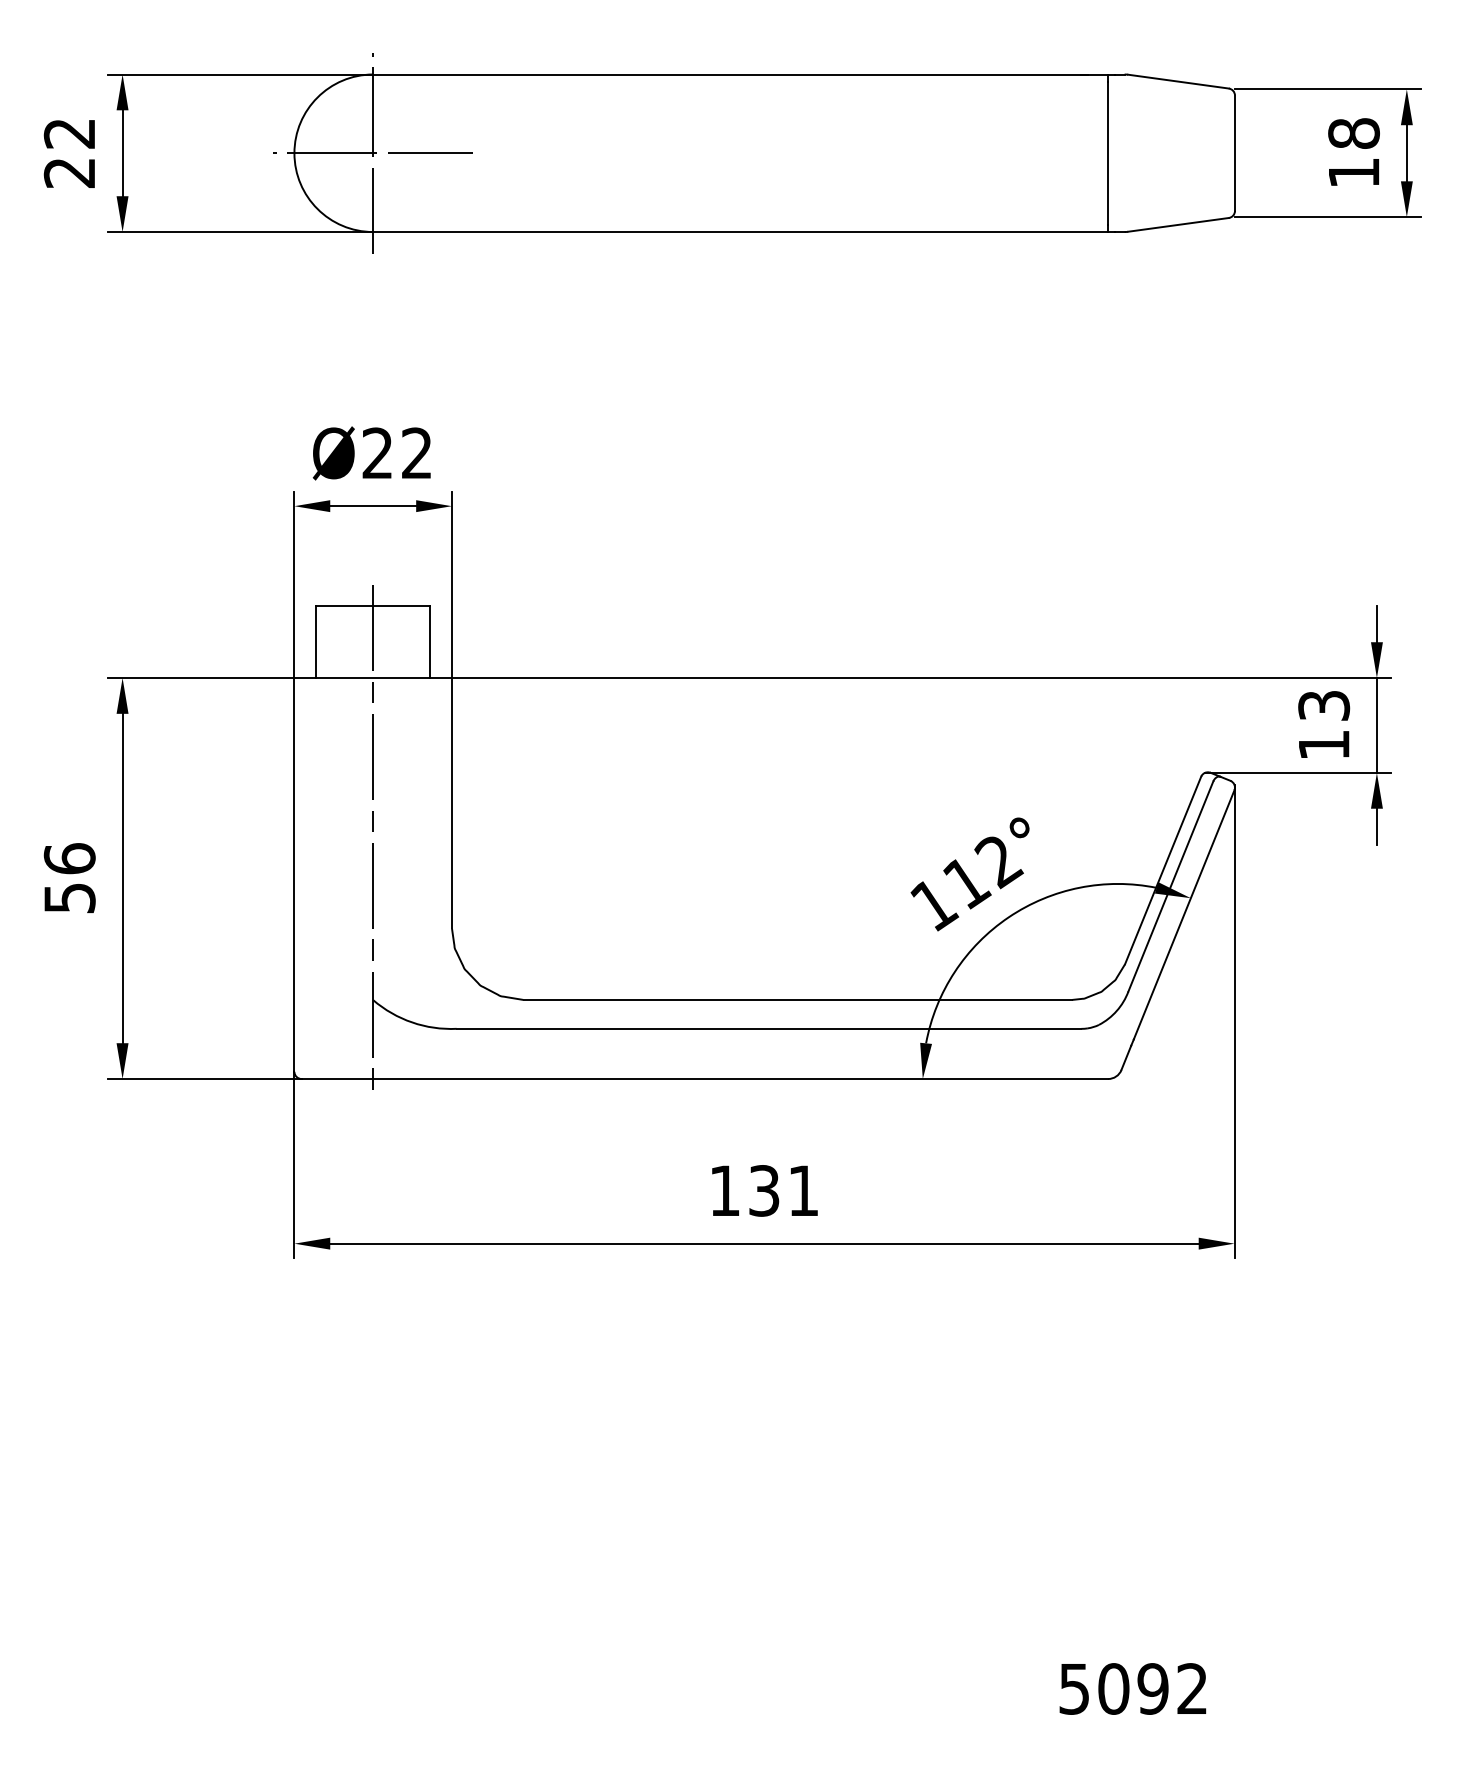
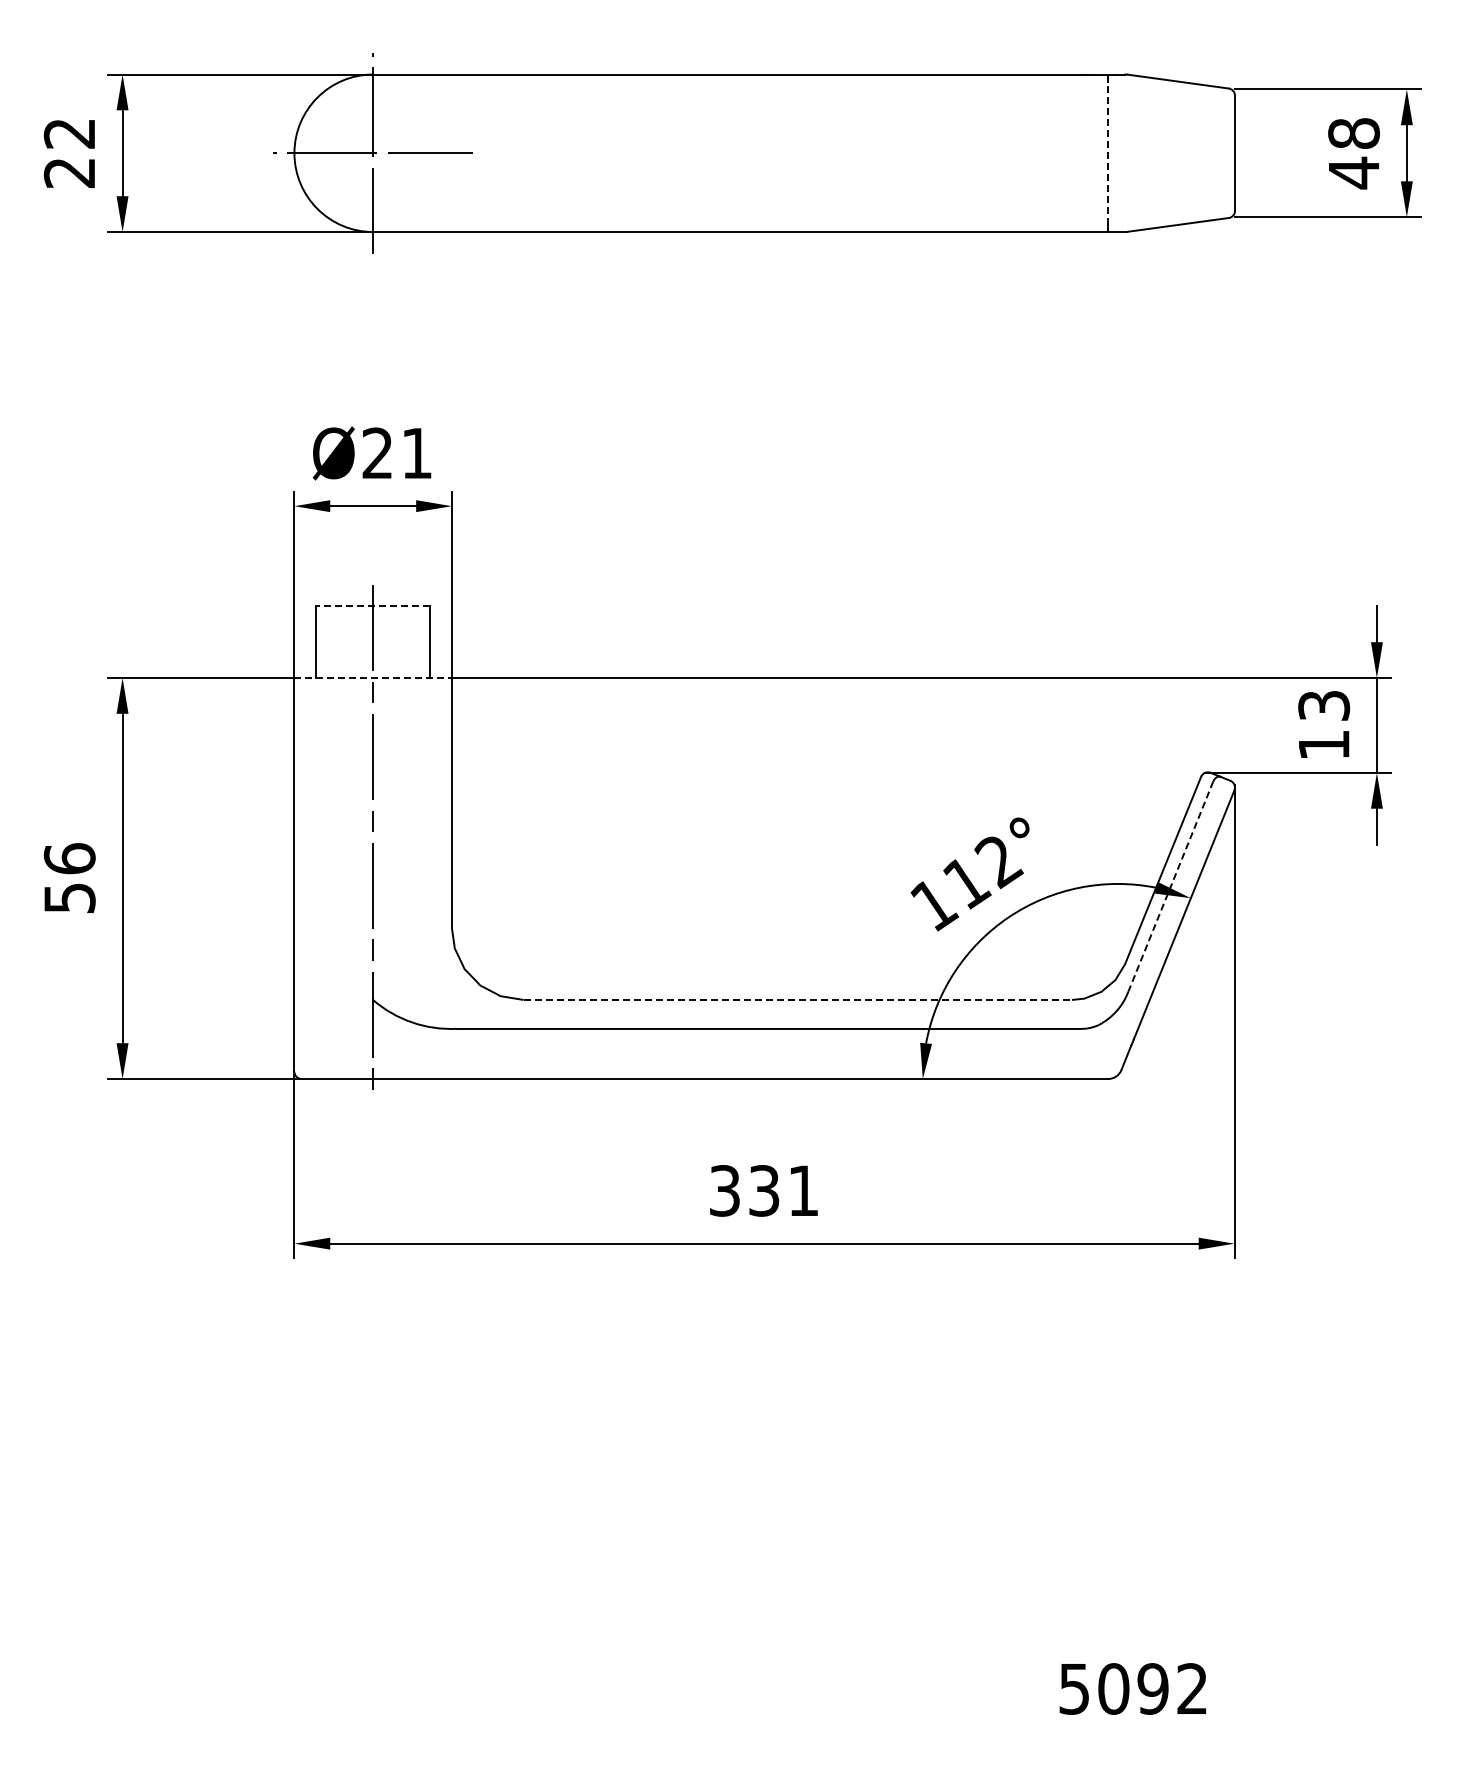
line at (1108, 153): solid -> dashed
text at (1354, 172): 18 -> 48
text at (416, 452): Ø22 -> Ø21
line at (372, 606): solid -> dashed
line at (373, 678): solid -> dashed
line at (1170, 887): solid -> dashed
line at (798, 999): solid -> dashed
text at (724, 1190): 131 -> 331
